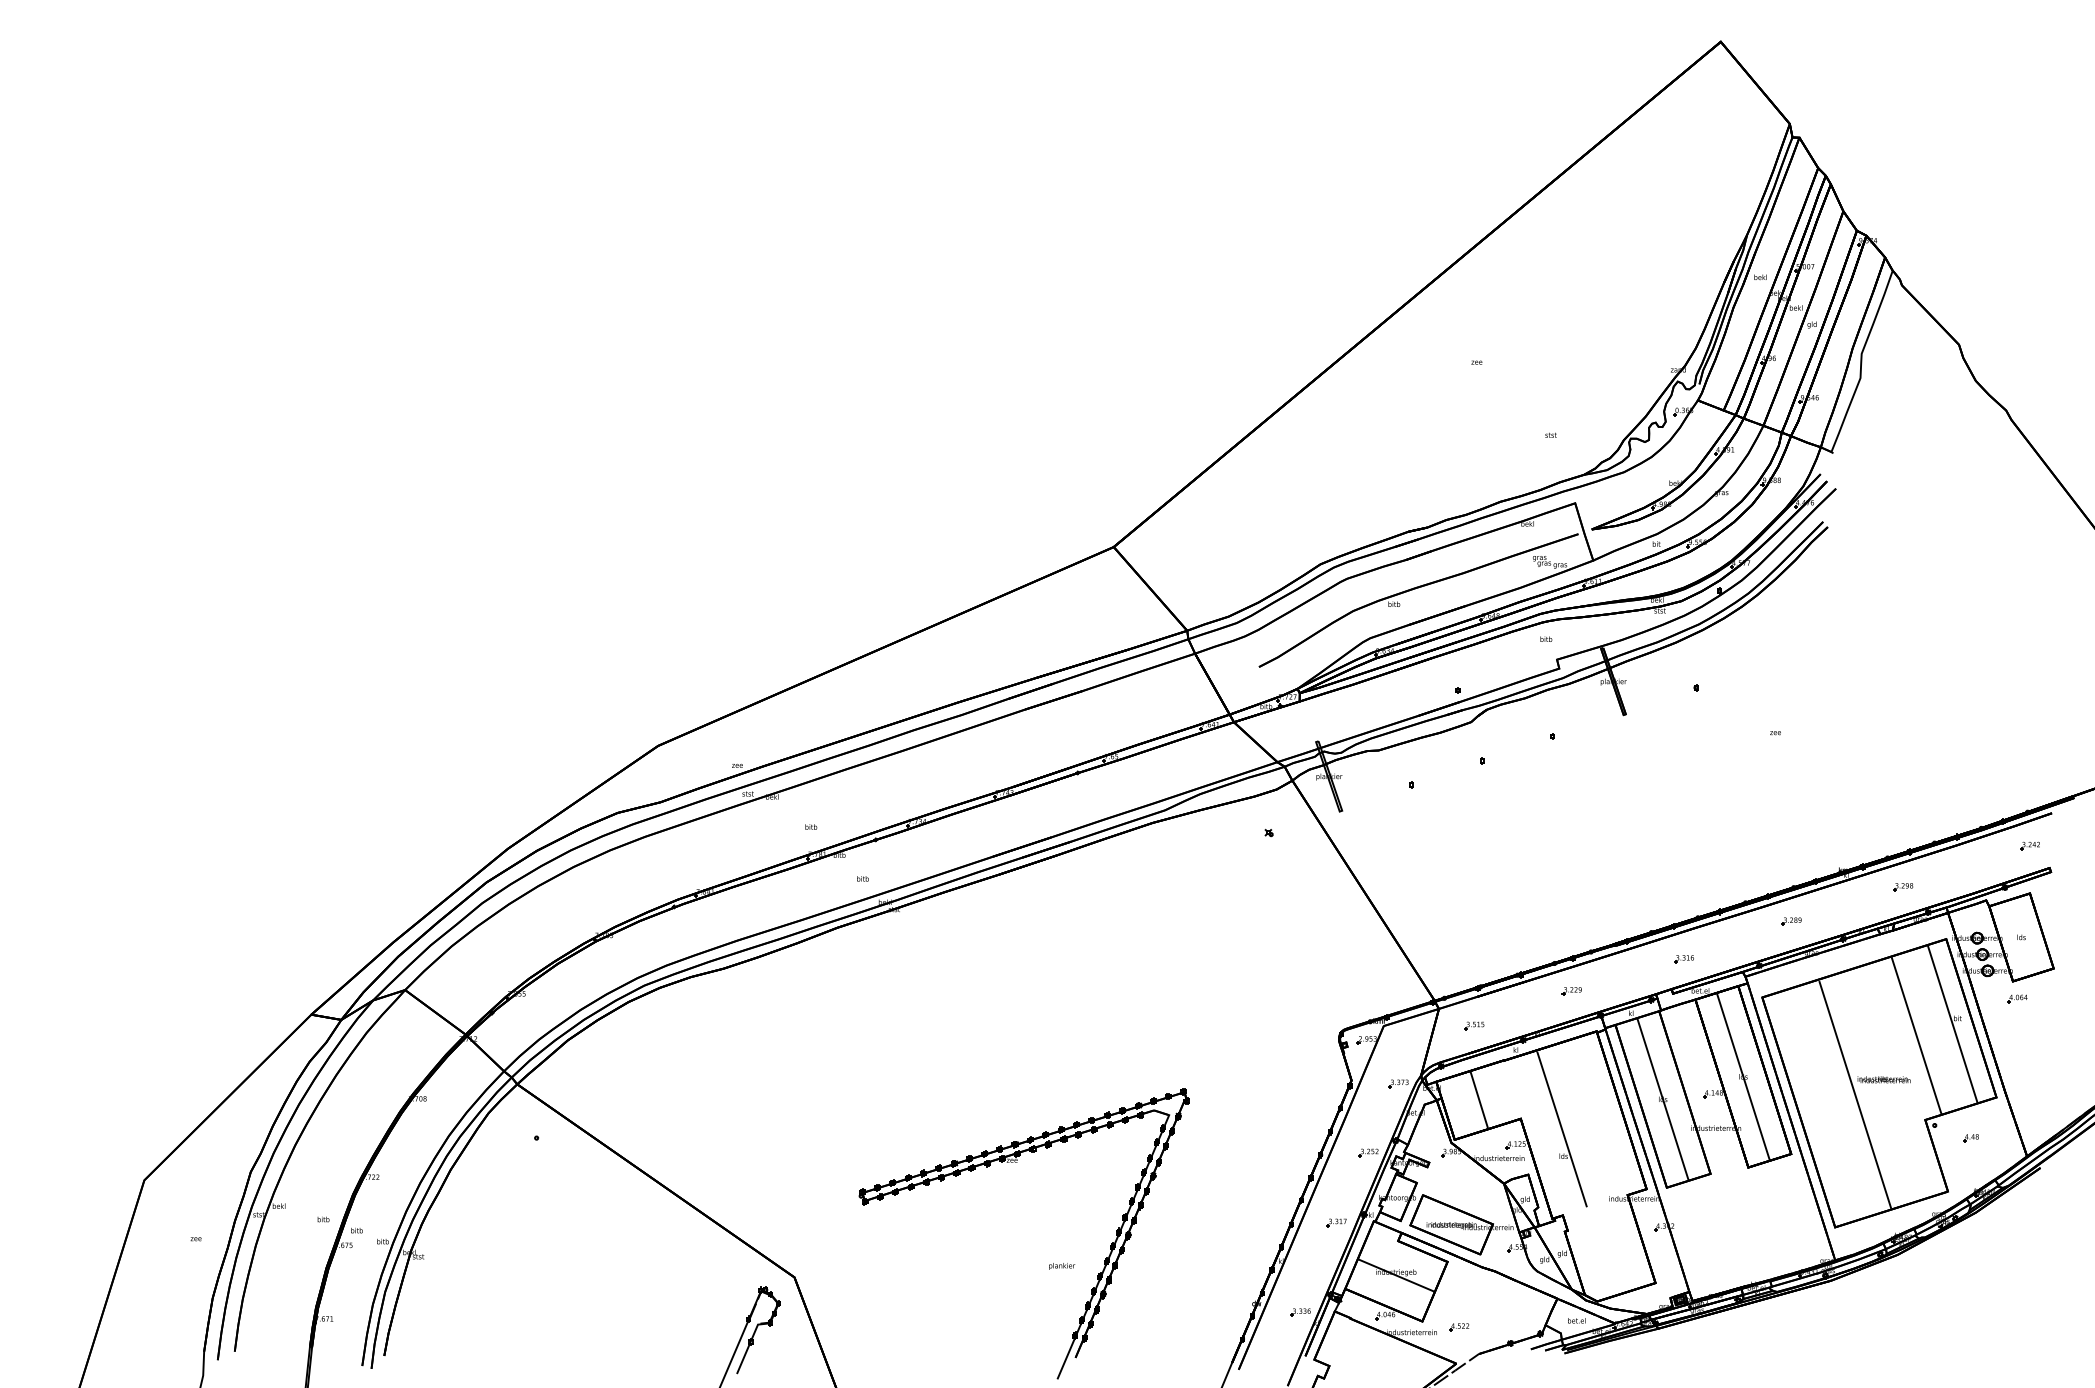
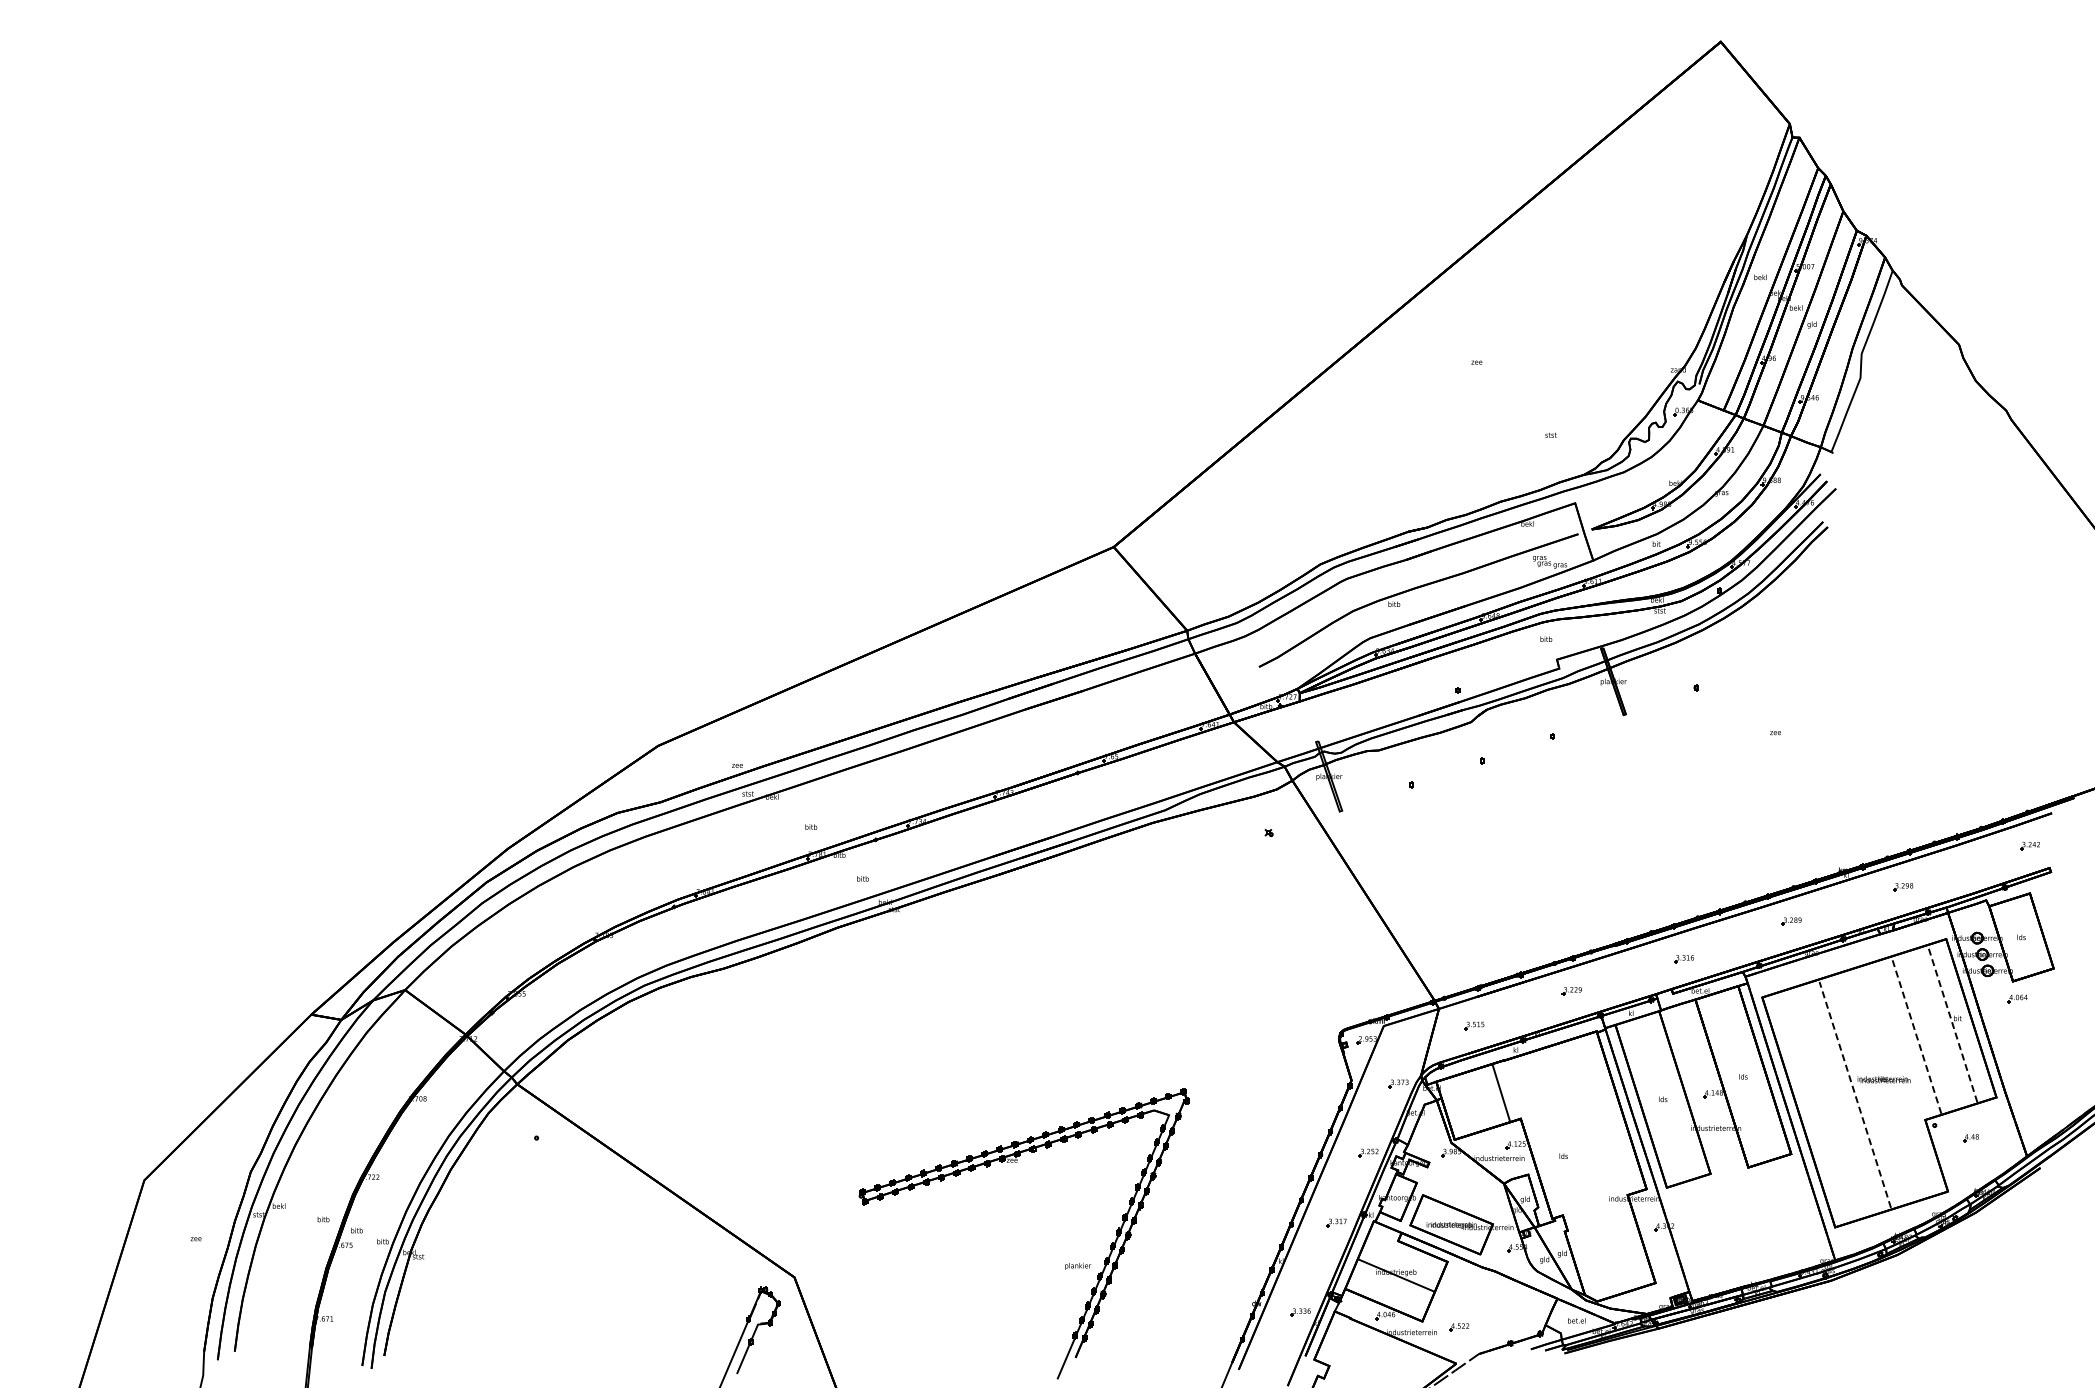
line at (1952, 1024): solid -> dashed
line at (1916, 1035): solid -> dashed
line at (1743, 1076): present -> none
line at (1855, 1094): solid -> dashed
line at (1478, 1099) position: (1478, 1099) -> (1500, 1092)
line at (1662, 1099): present -> none
line at (1561, 1129): present -> none
text at (1062, 1266) position: (1062, 1266) -> (1078, 1266)
